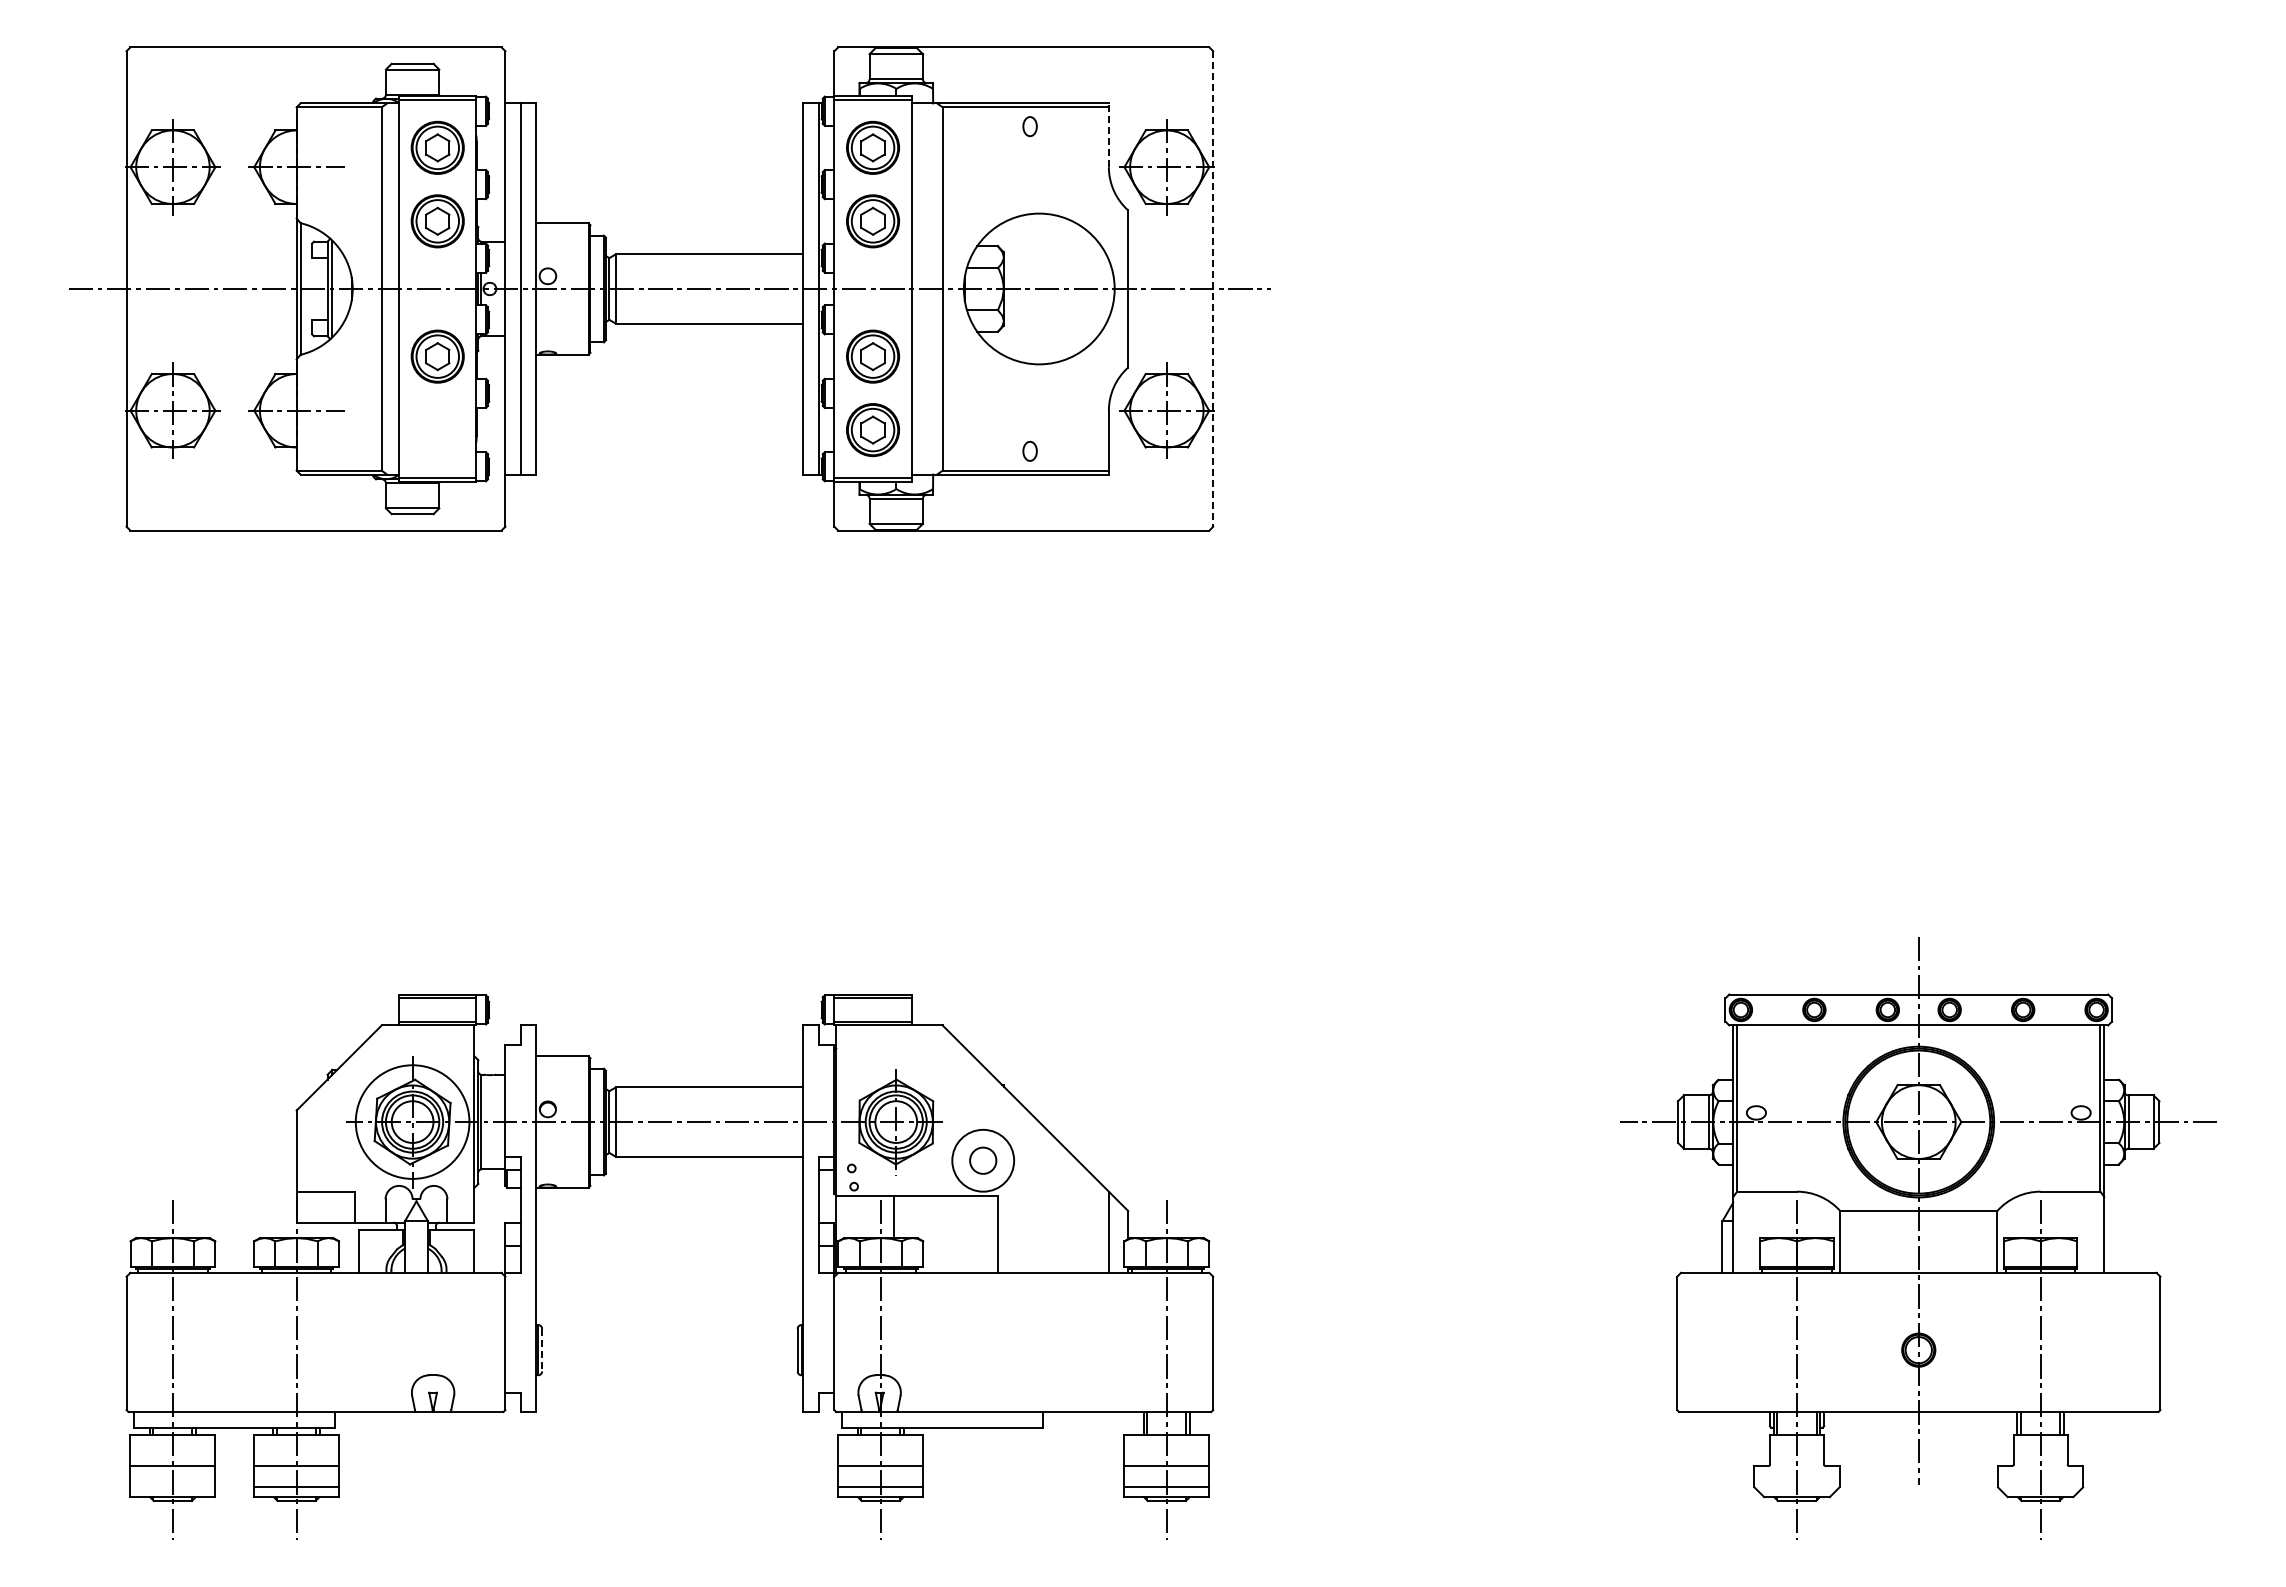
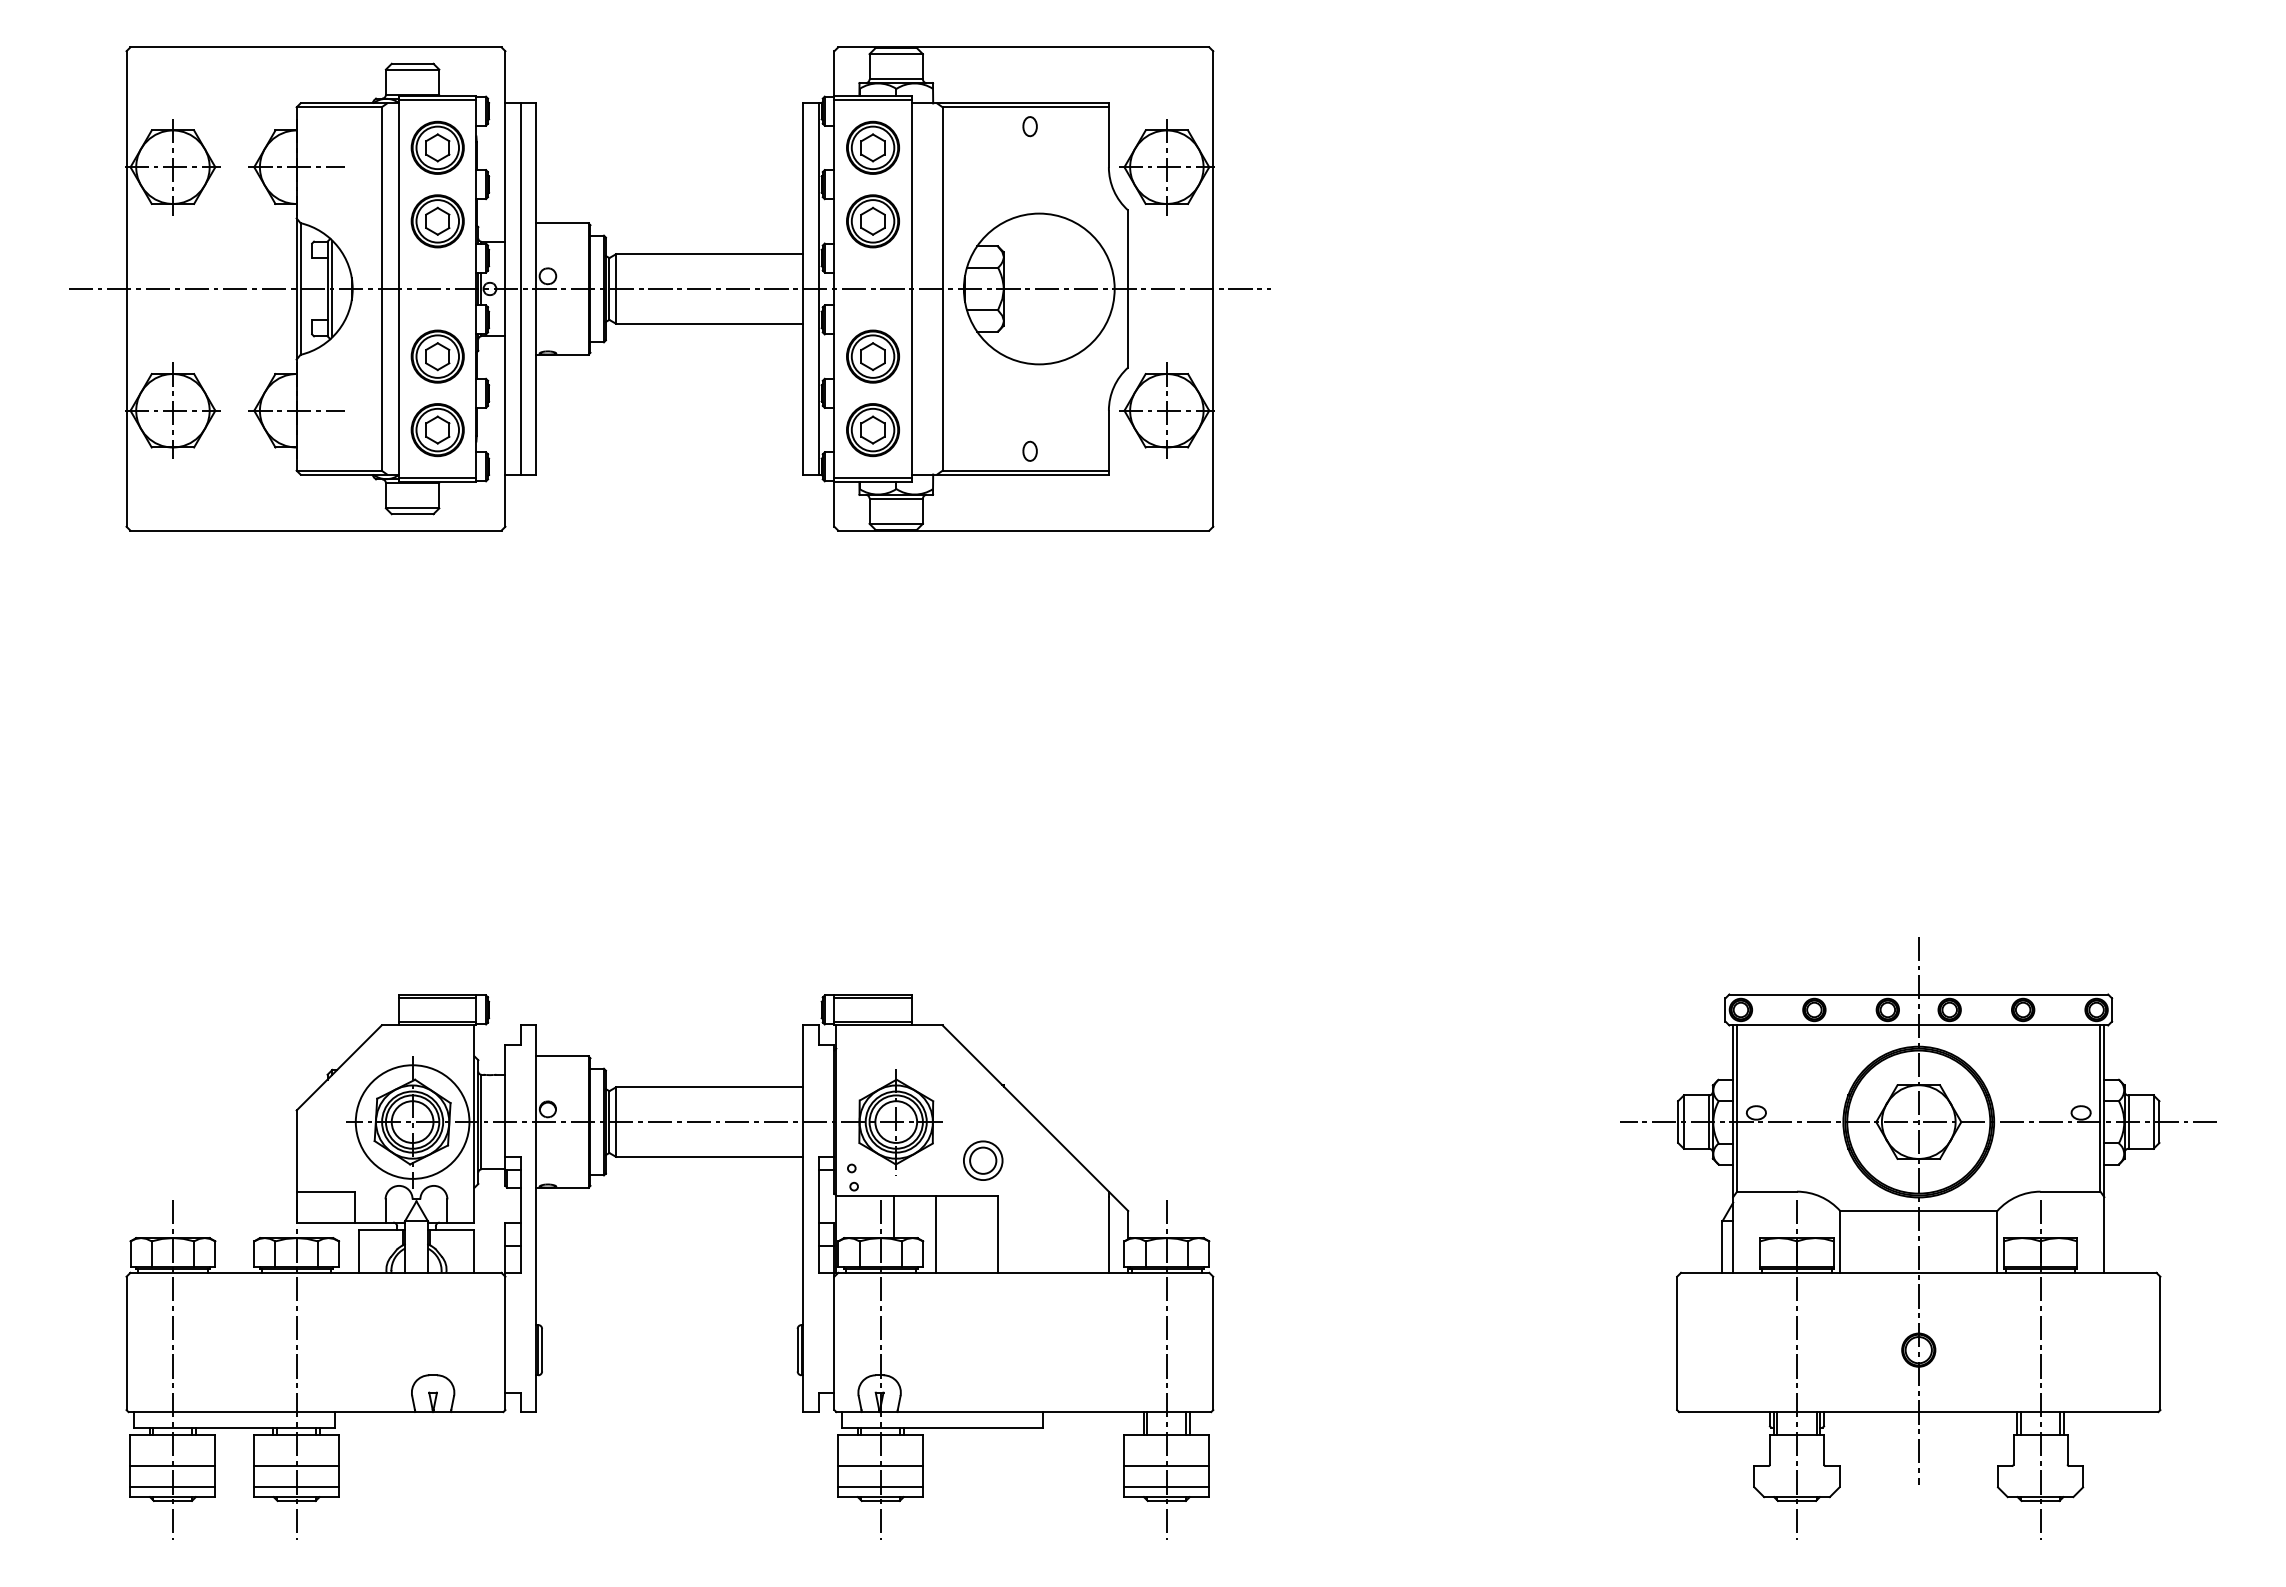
line at (1108, 135): dashed -> solid
line at (1213, 289): dashed -> solid
part at (437, 430): none -> present
circle at (983, 1160) diameter: 62 px -> 39 px
line at (936, 1233): none -> present
line at (542, 1350): dashed -> solid
line at (172, 1487): none -> present
